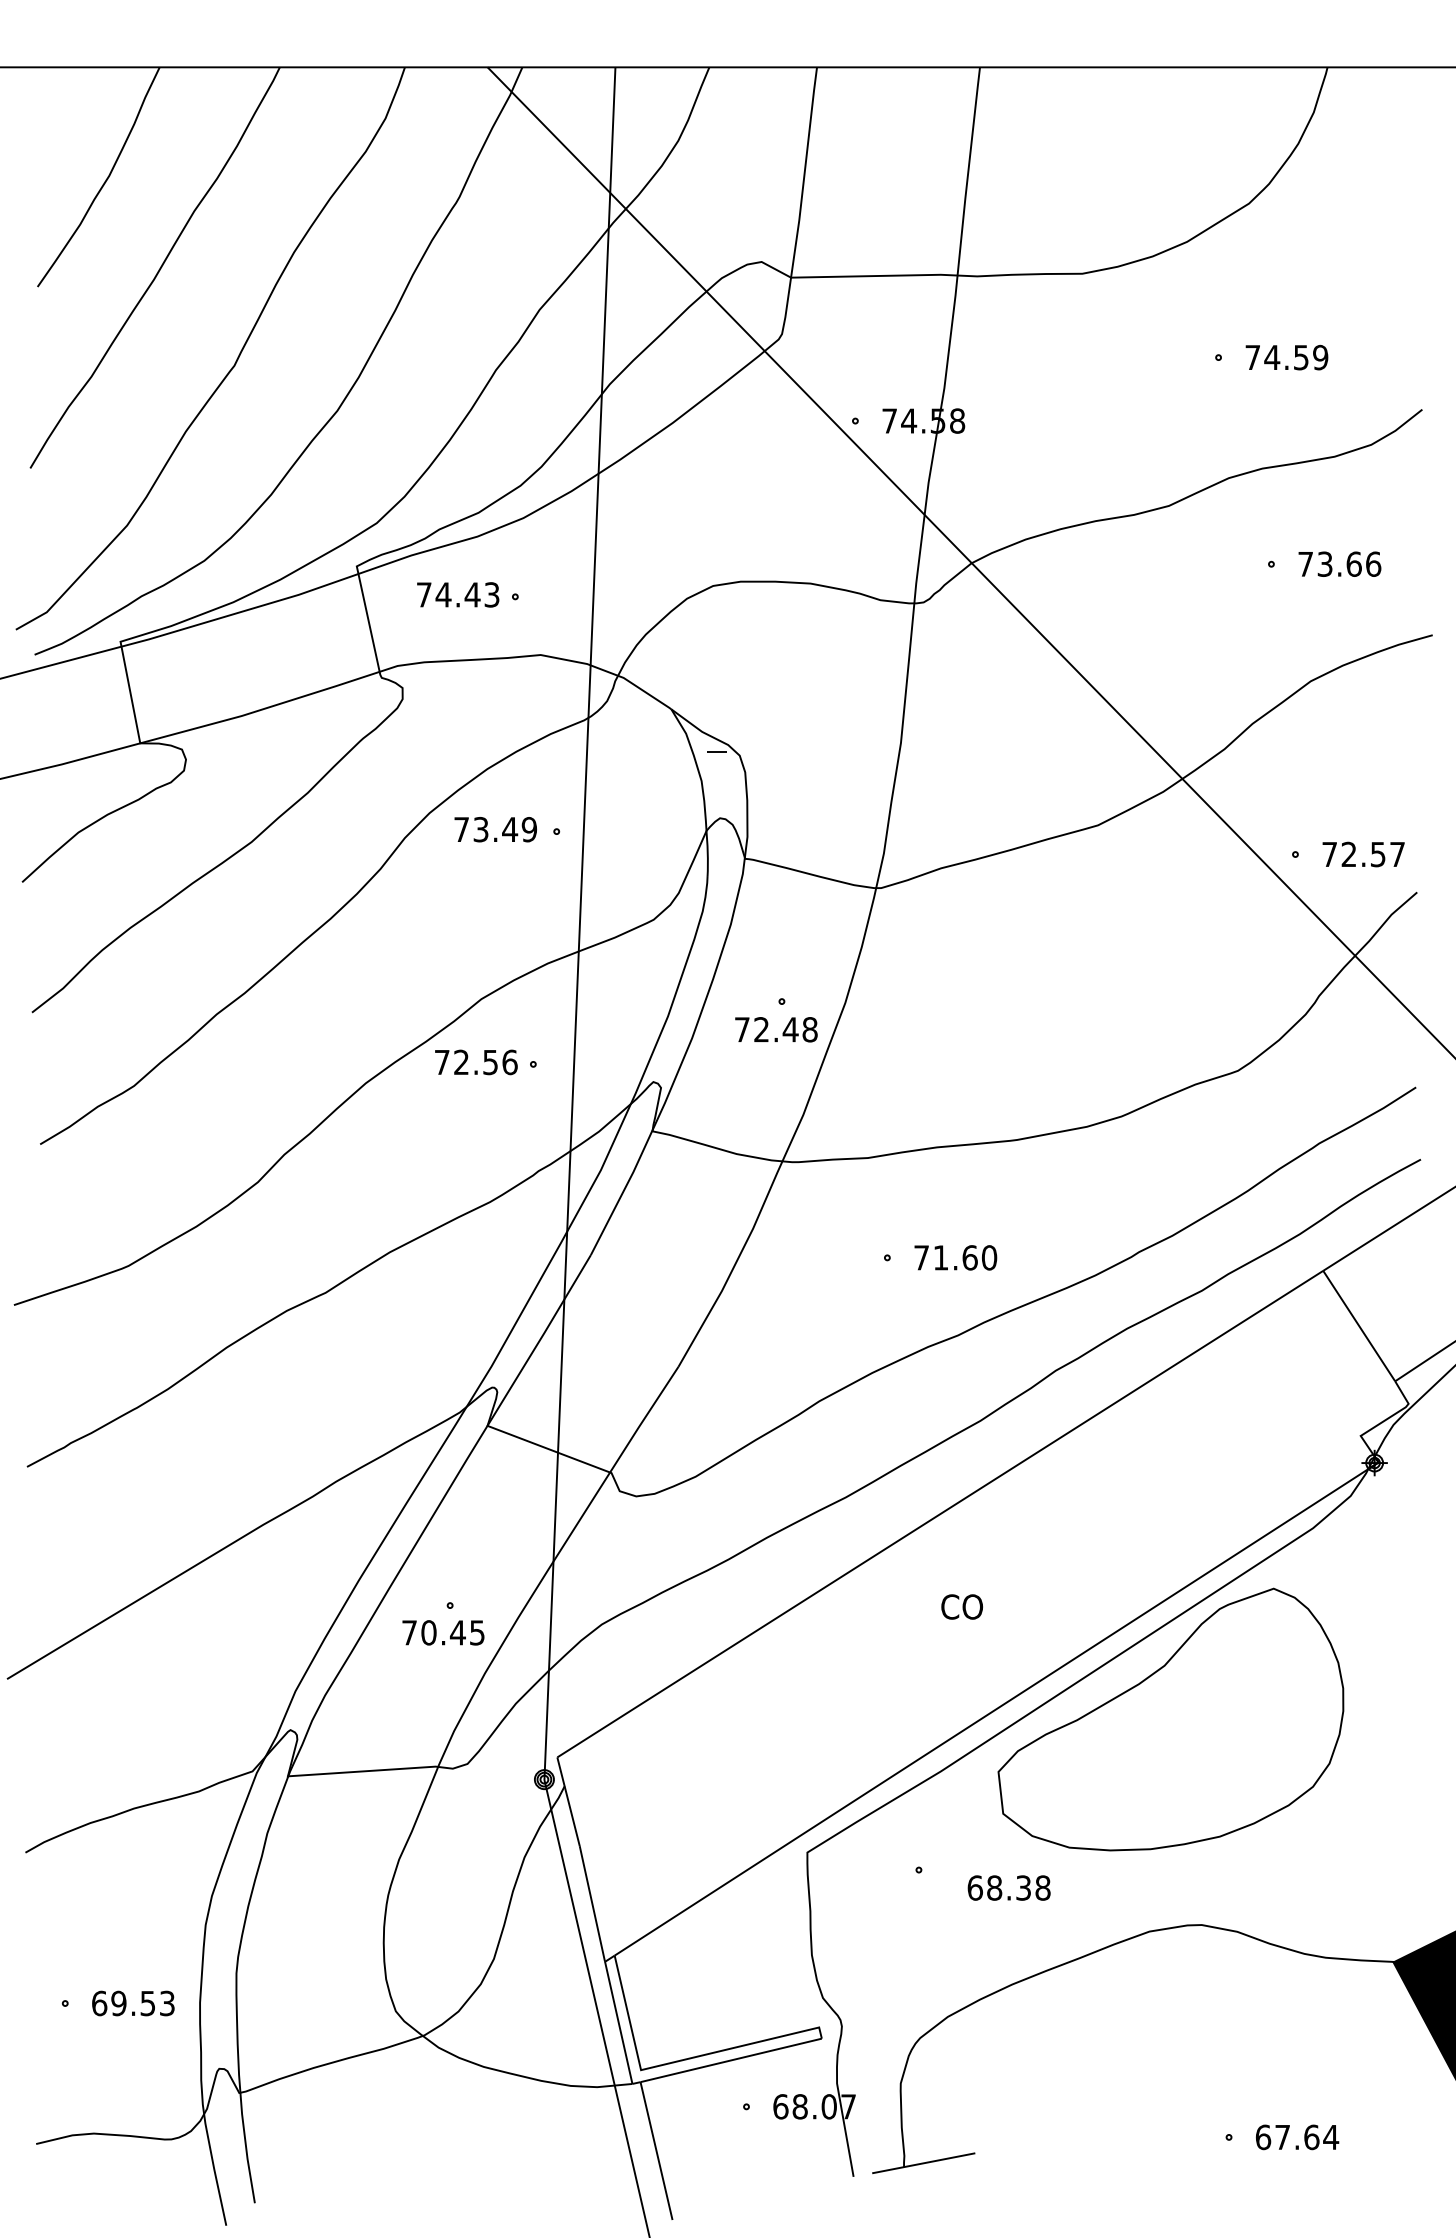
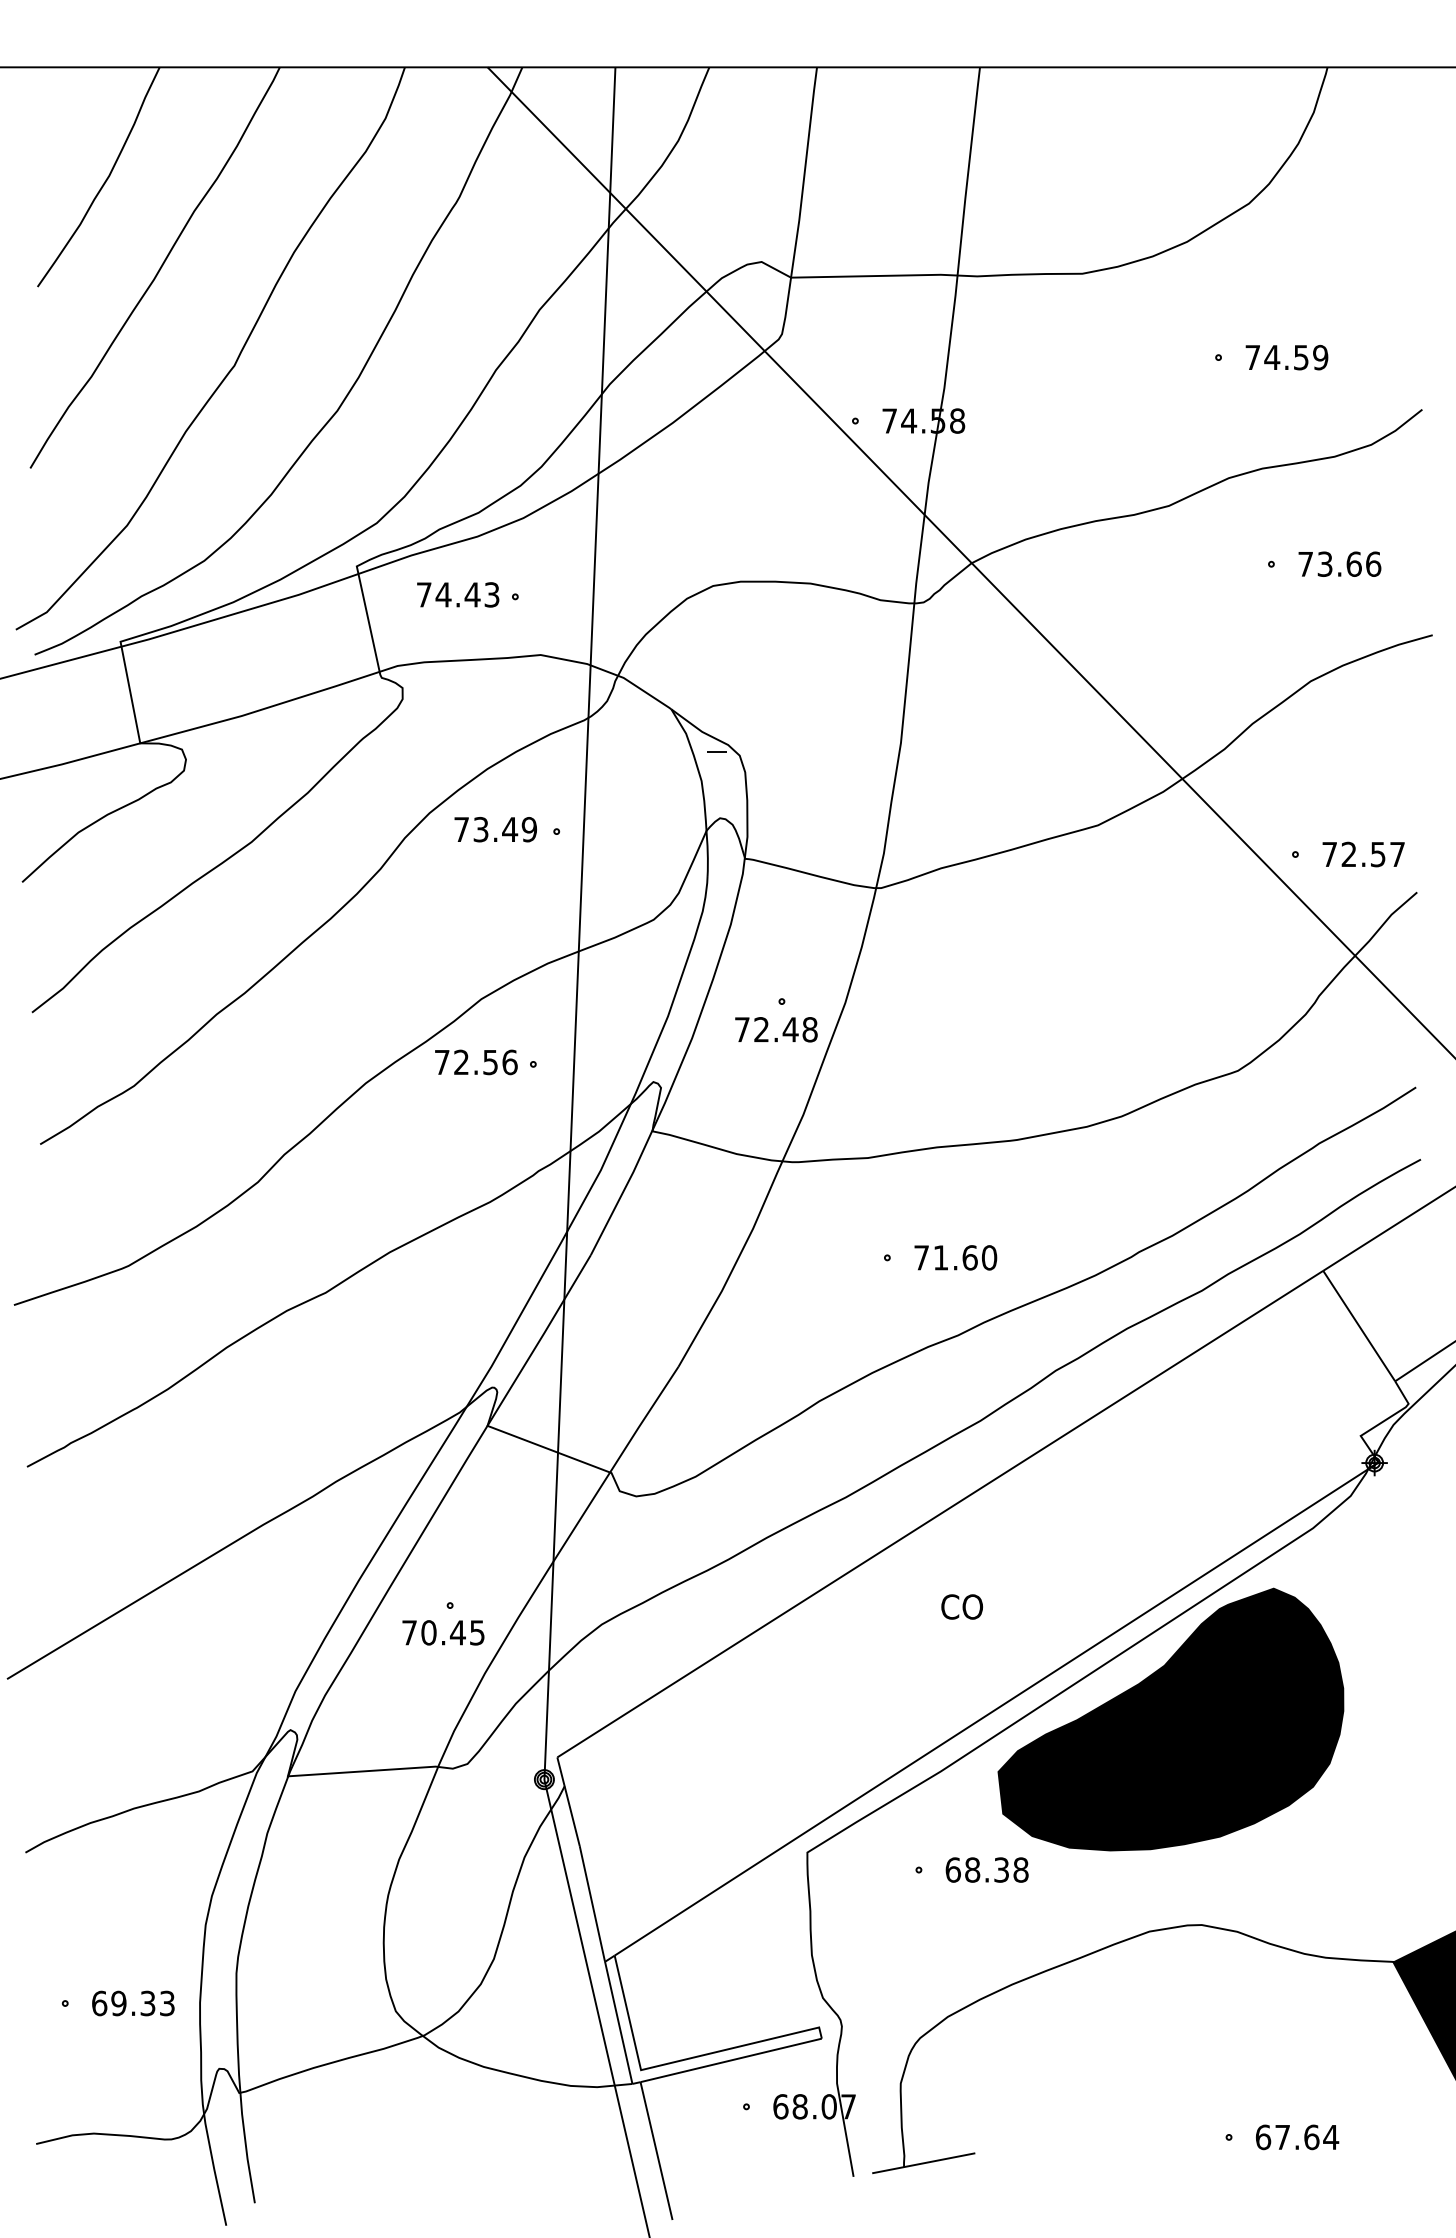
fill at (1170, 1719): none -> present
text at (1008, 1887) position: (1008, 1887) -> (986, 1869)
text at (148, 2002): 69.53 -> 69.33
